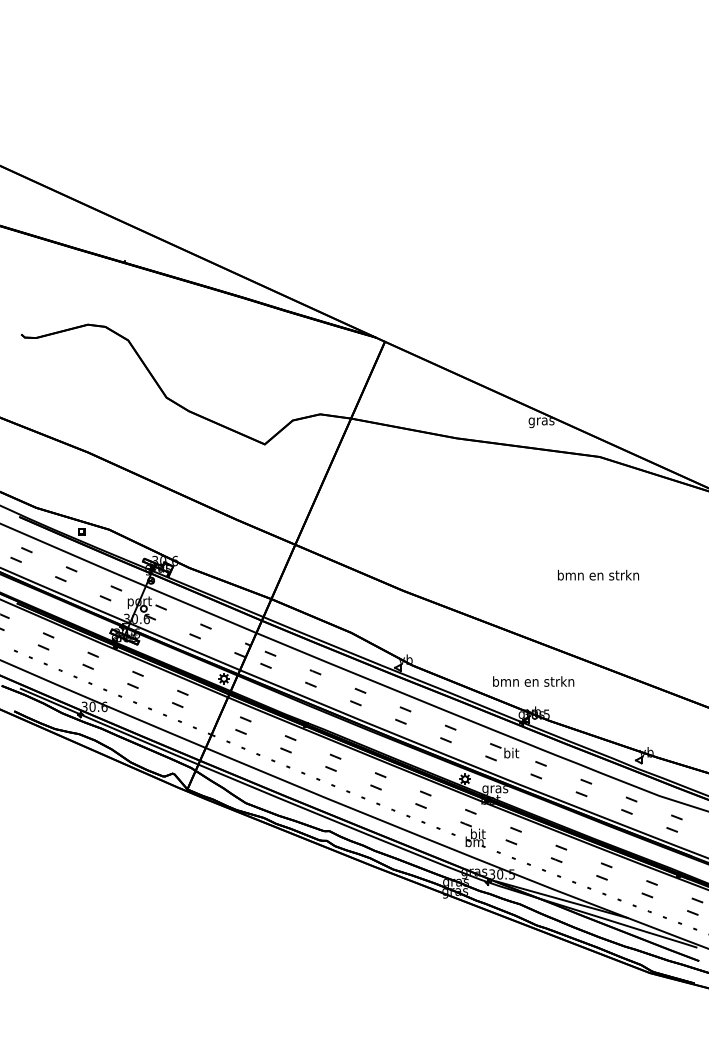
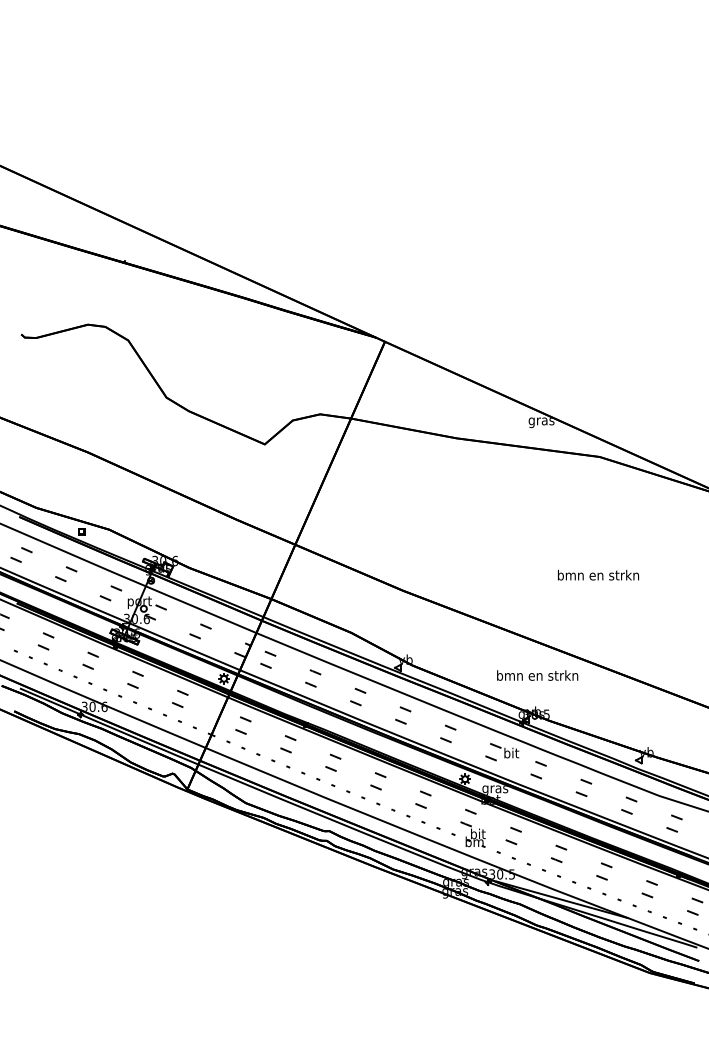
text at (533, 681) position: (533, 681) -> (537, 675)
